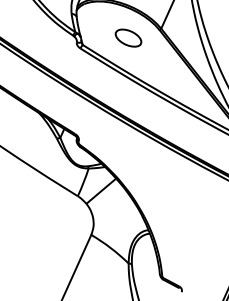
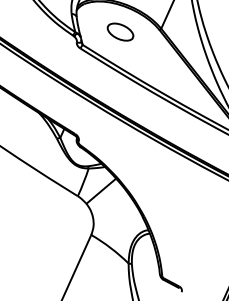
part at (128, 37) position: (128, 37) -> (120, 31)
